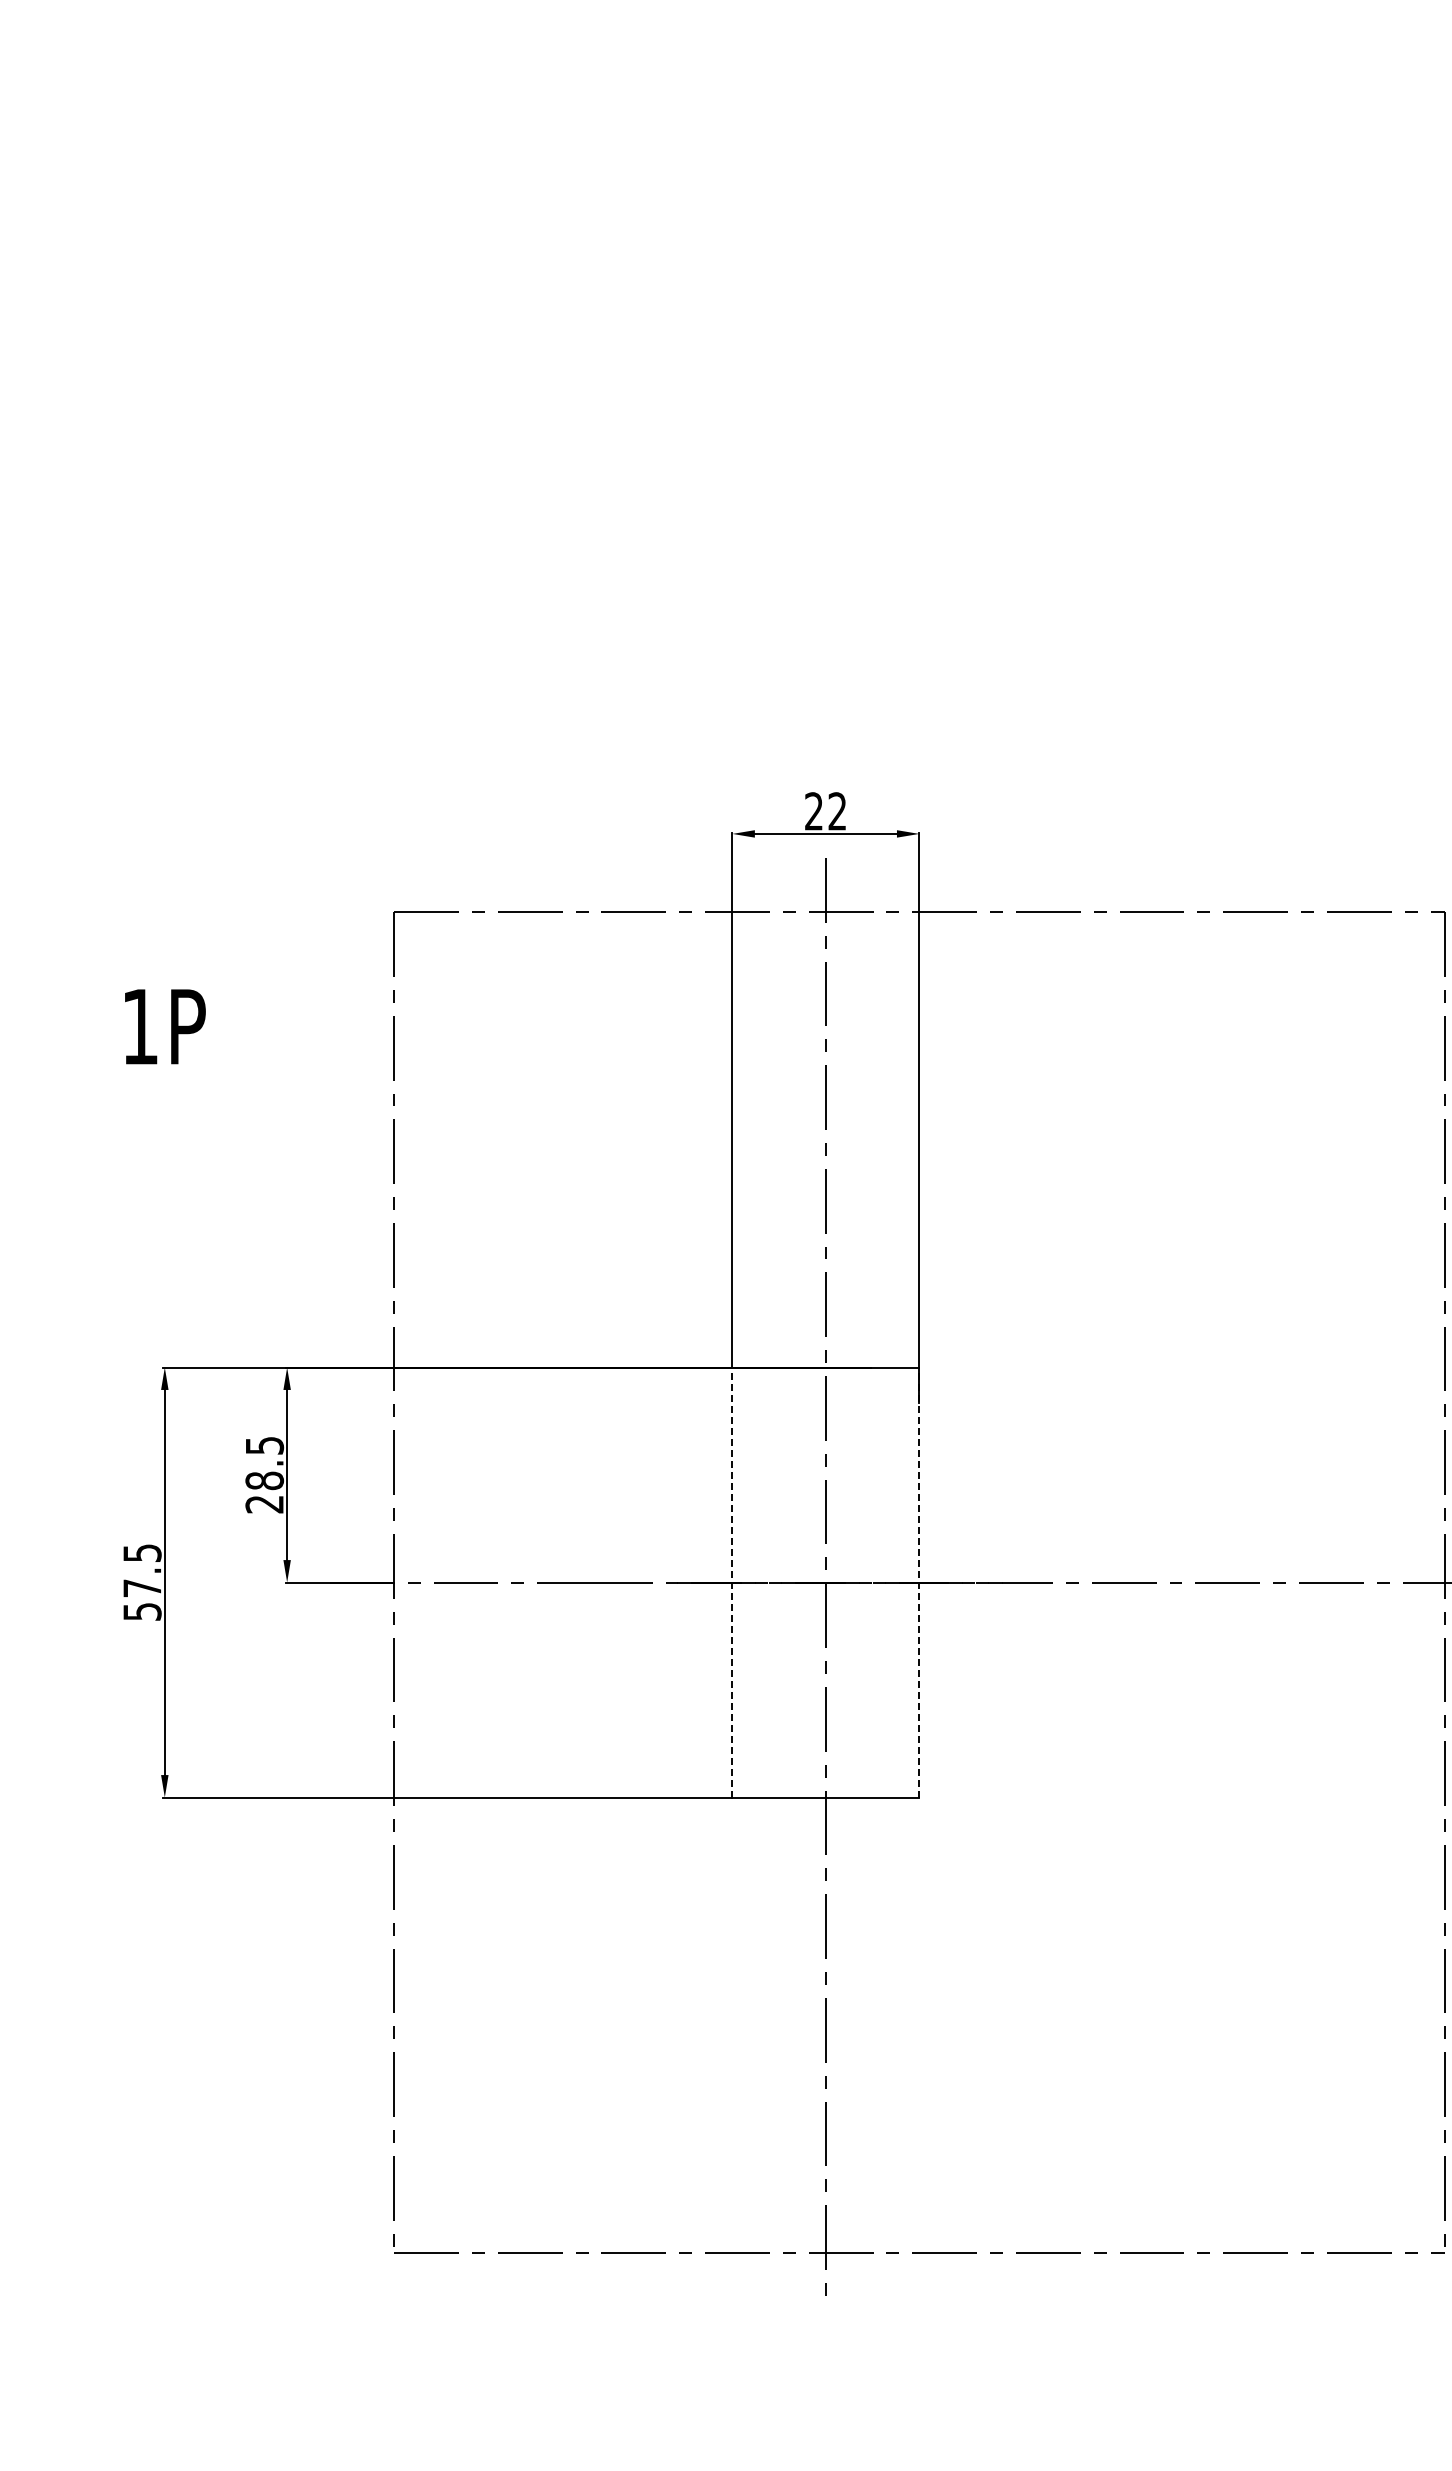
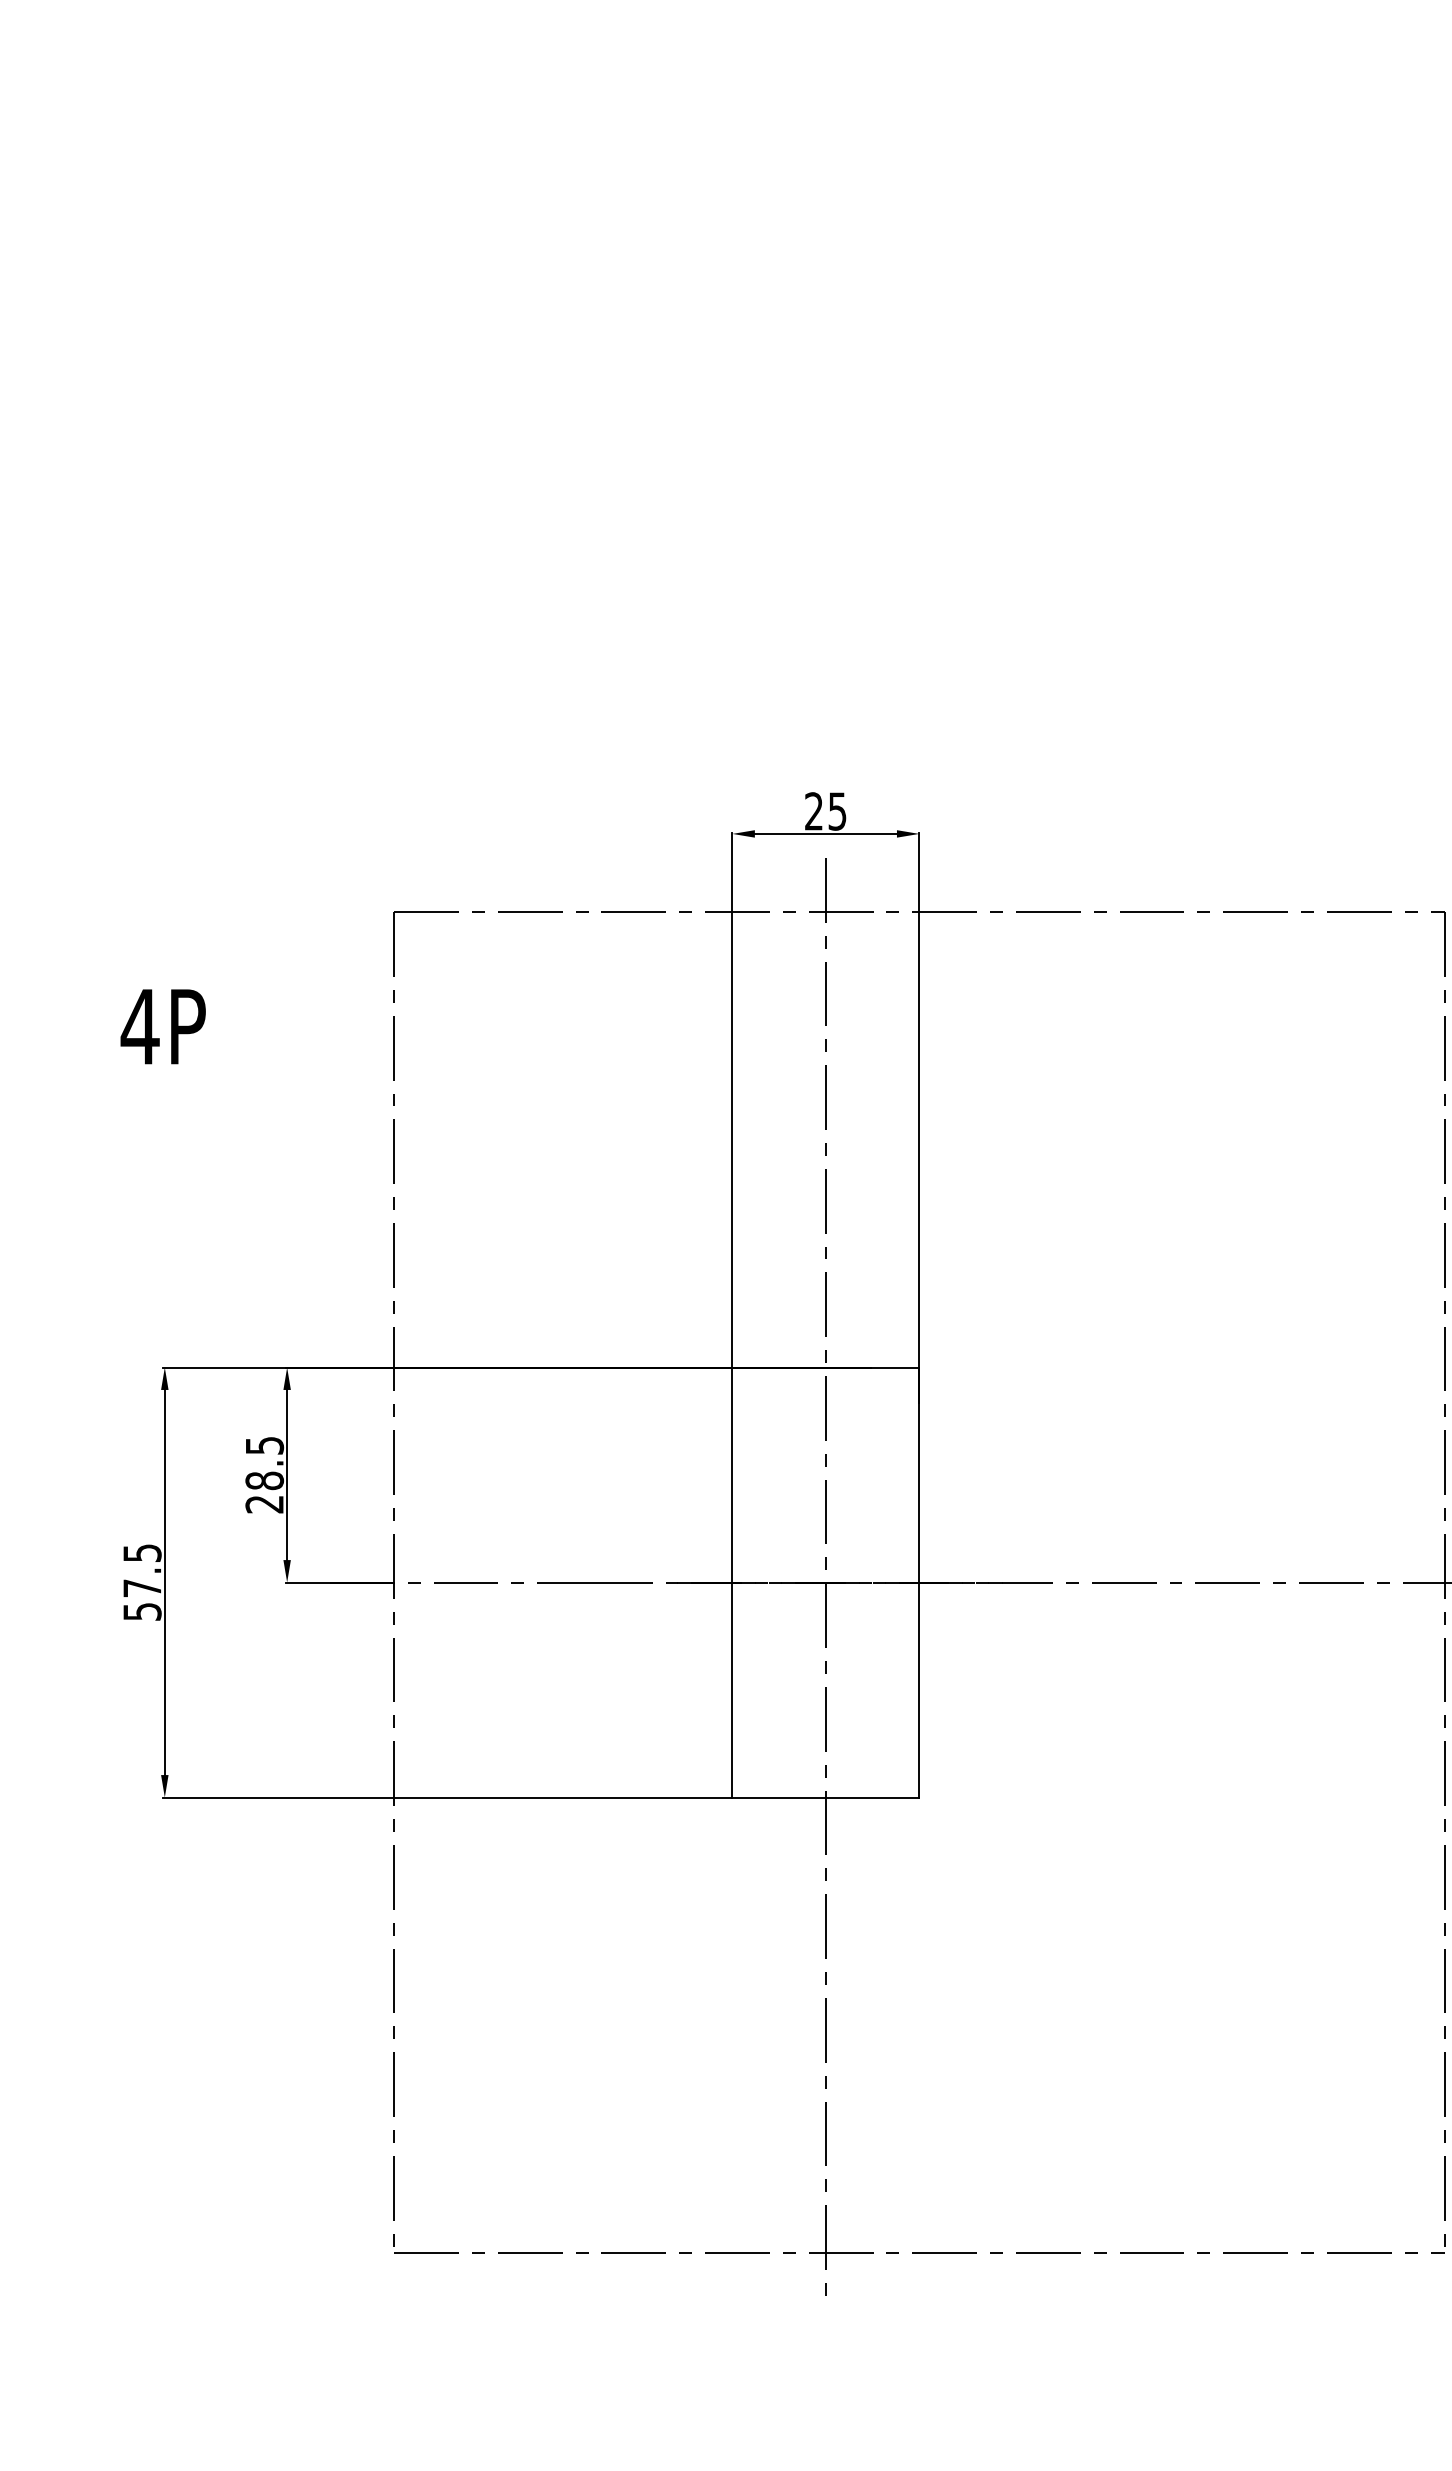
text at (837, 811): 22 -> 25
text at (139, 1026): 1P -> 4P
line at (732, 1582): dashed -> solid
line at (919, 1582): dashed -> solid
